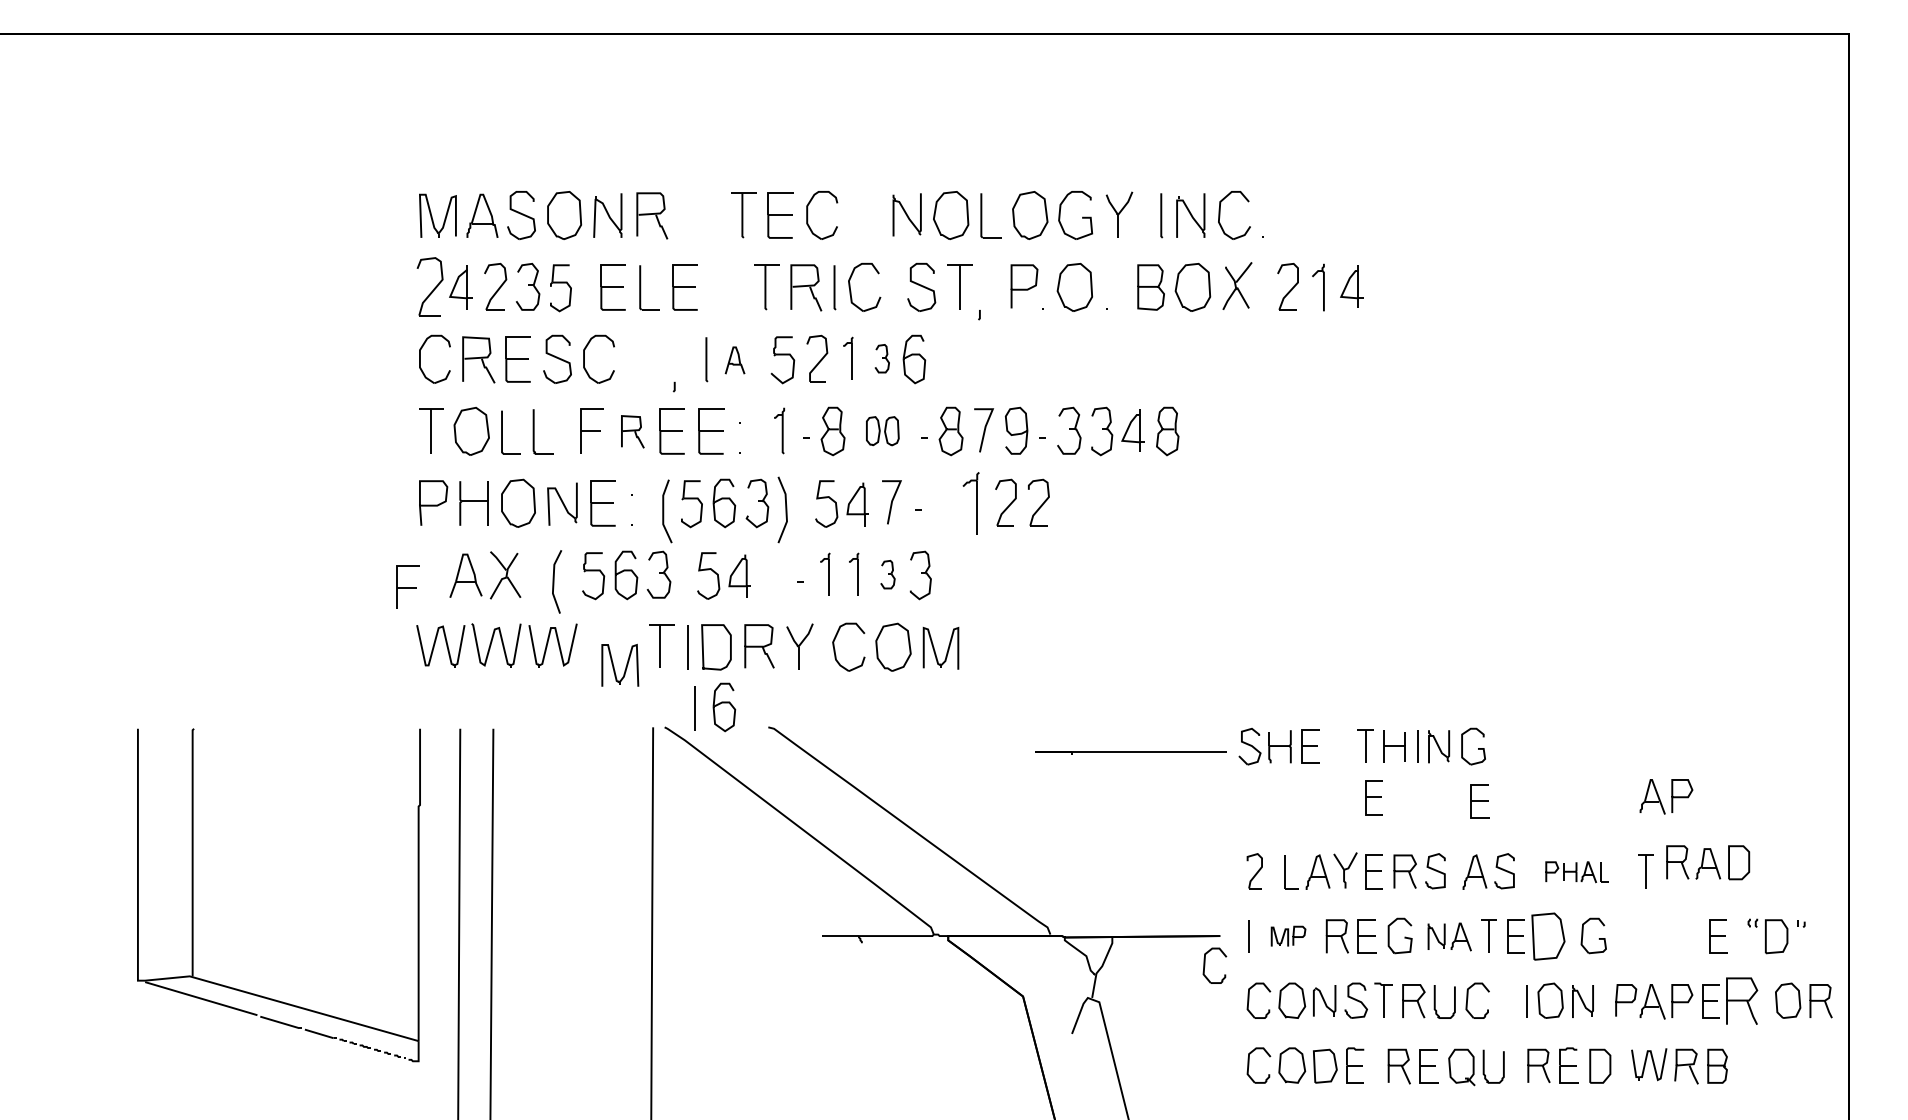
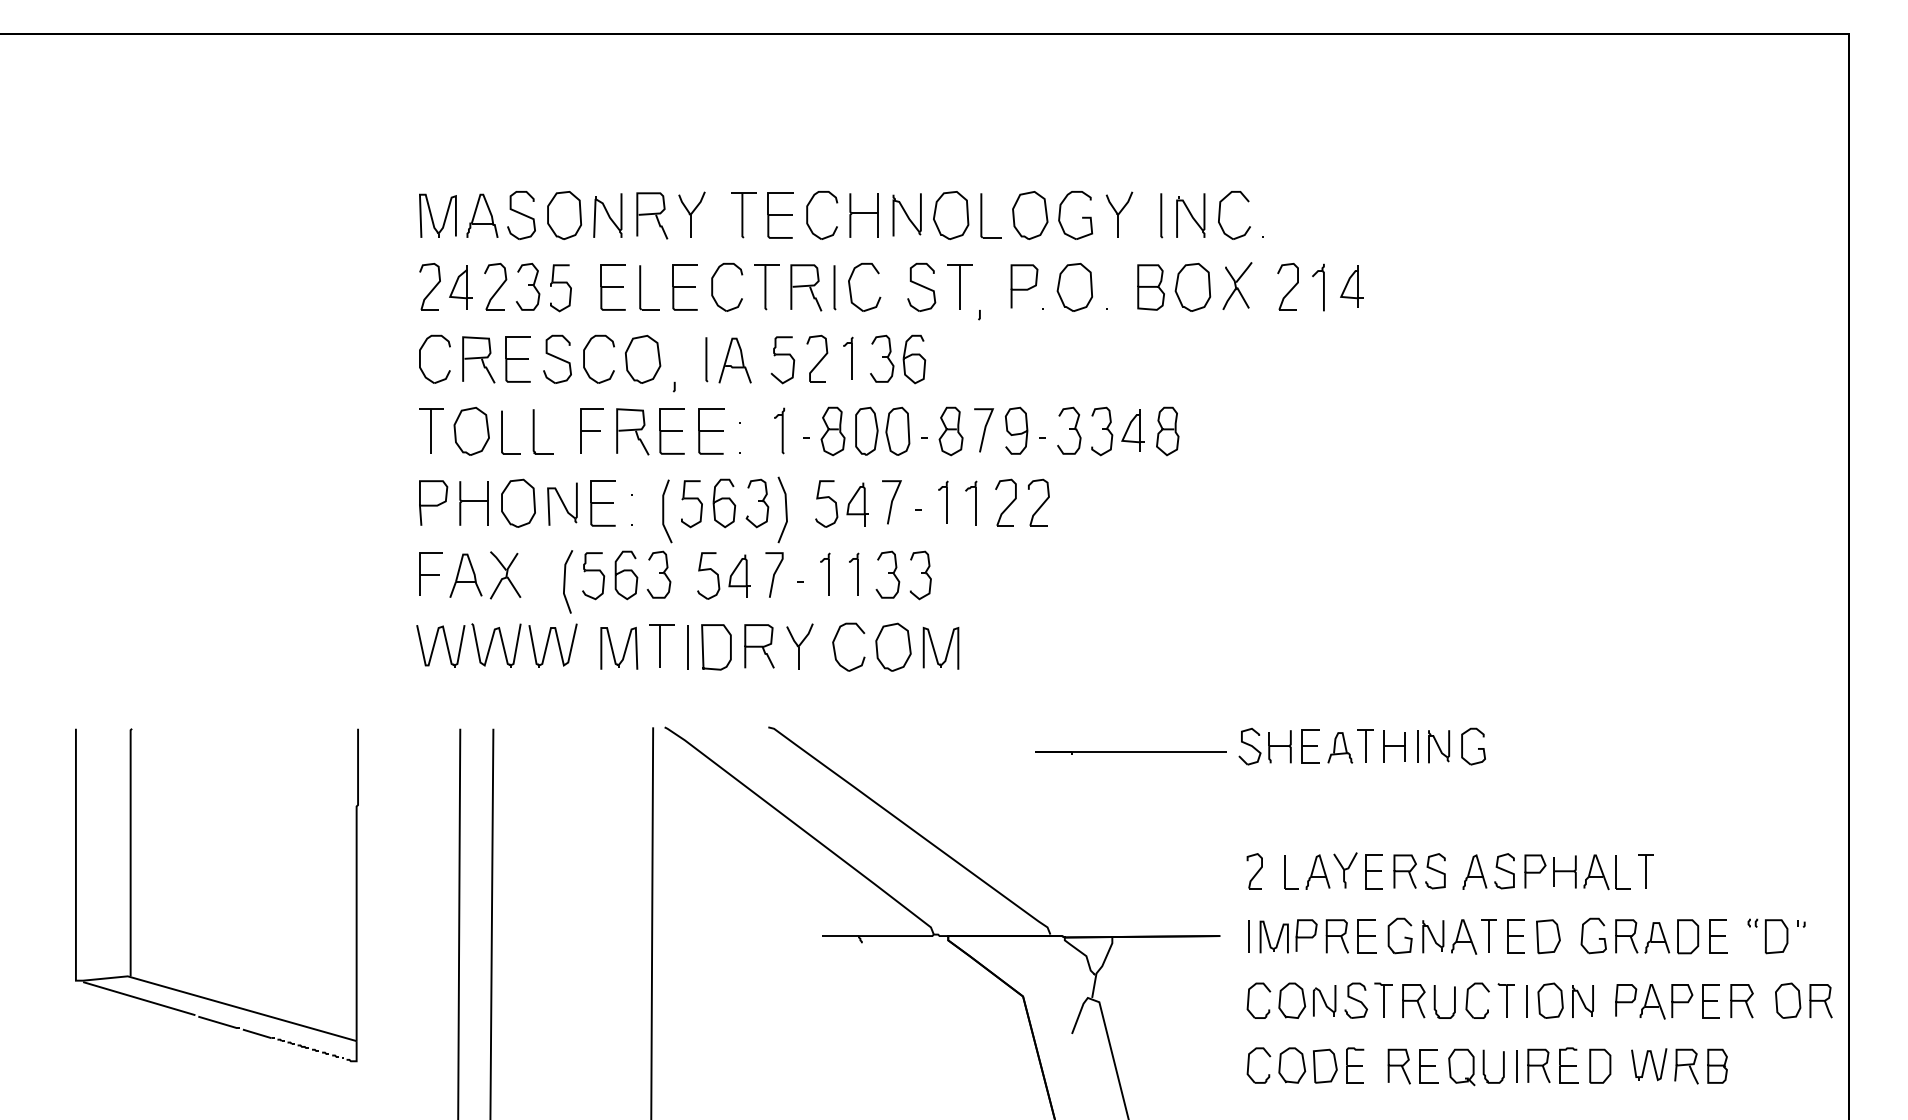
part at (691, 214): none -> present
part at (863, 215): none -> present
part at (429, 286) size: 28x60 px -> 22x48 px
part at (713, 286): none -> present
part at (643, 358): none -> present
part at (881, 358) size: 16x30 px -> 25x49 px
part at (734, 360) size: 22x29 px -> 34x47 px
part at (632, 431) size: 24x34 px -> 34x48 px
part at (882, 431) size: 34x31 px -> 56x50 px
part at (943, 501): none -> present
part at (970, 503) size: 18x63 px -> 13x46 px
line at (774, 574): none -> present
part at (887, 574) size: 16x31 px -> 26x49 px
line at (554, 581) position: (554, 581) -> (565, 581)
part at (407, 586) position: (407, 586) -> (430, 573)
part at (620, 664) position: (620, 664) -> (619, 647)
part at (724, 707): present -> none
line at (694, 708): present -> none
part at (1340, 747): none -> present
part at (1666, 796): present -> none
part at (1373, 797): present -> none
part at (1479, 801): present -> none
part at (1708, 862) position: (1708, 862) -> (1657, 936)
part at (1576, 872) size: 64x23 px -> 107x37 px
part at (193, 895) position: (193, 895) -> (131, 895)
part at (1288, 935) size: 37x22 px -> 59x35 px
part at (1449, 936) size: 45x30 px -> 56x36 px
part at (1548, 936) size: 35x49 px -> 25x36 px
part at (1205, 965): present -> none
part at (1505, 1000): none -> present
part at (1742, 1000) size: 33x48 px -> 24x35 px
line at (1516, 1066): none -> present
